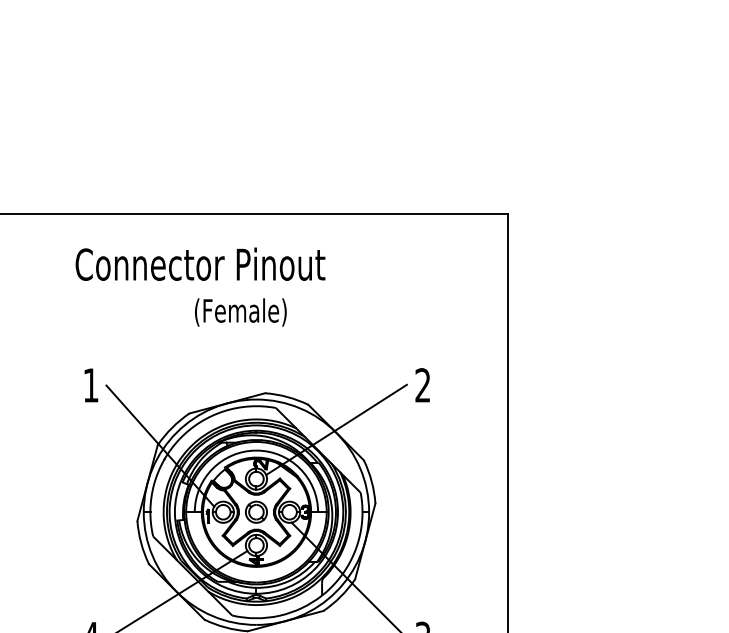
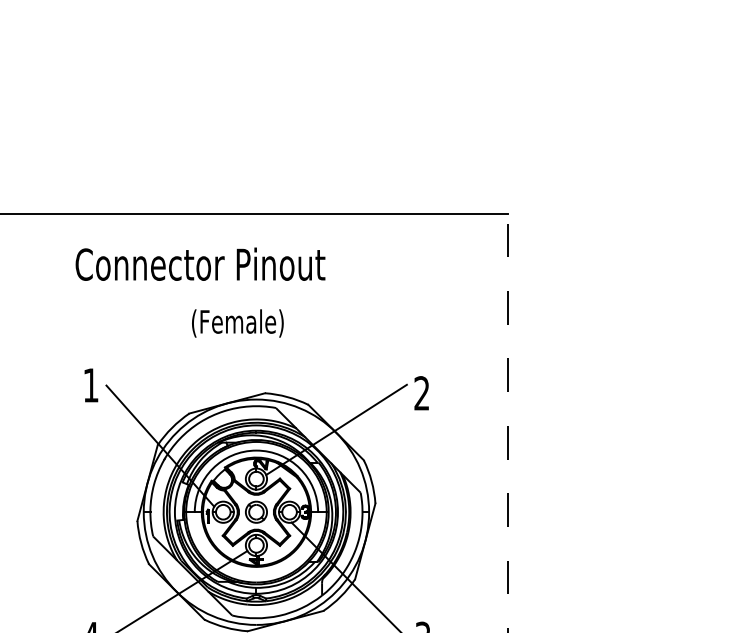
text at (240, 312) position: (240, 312) -> (237, 323)
text at (422, 385) position: (422, 385) -> (421, 393)
line at (507, 423): solid -> dashed
